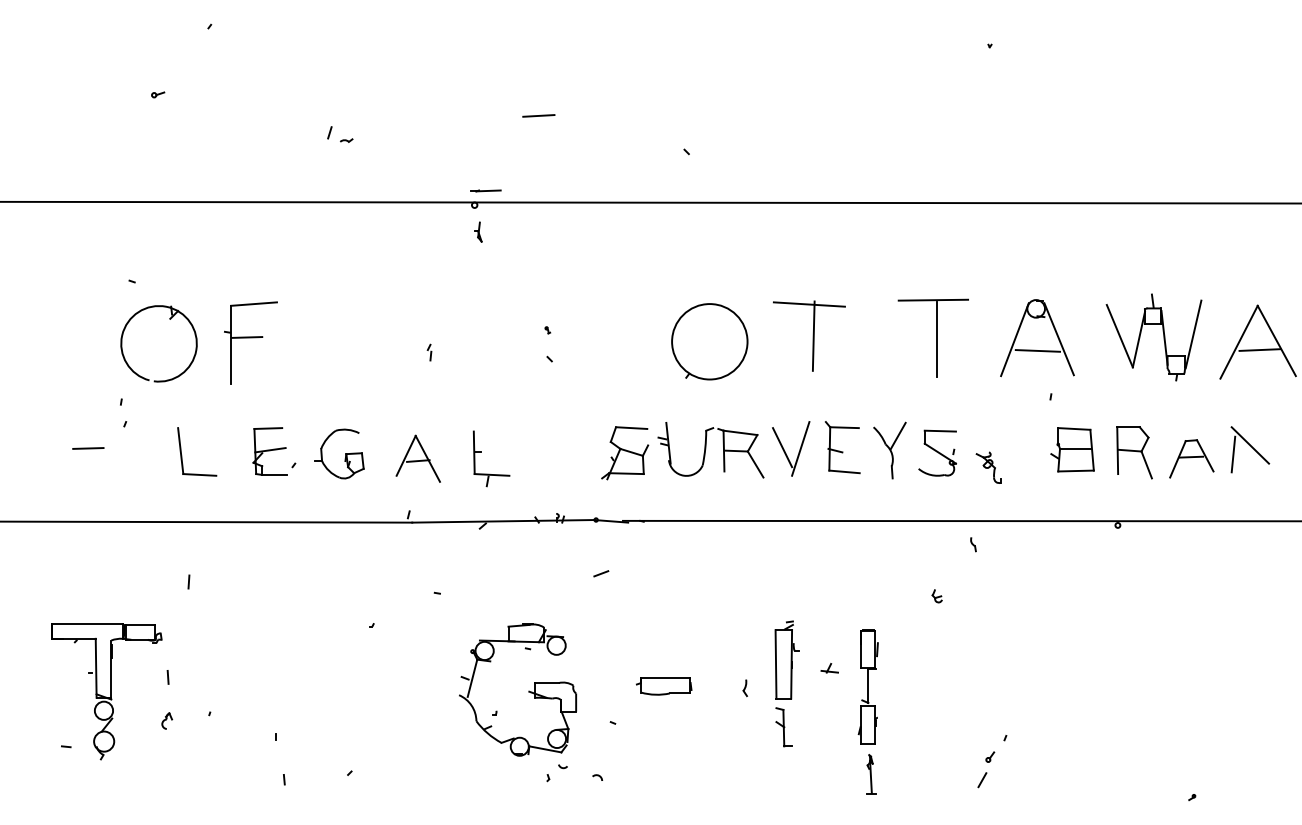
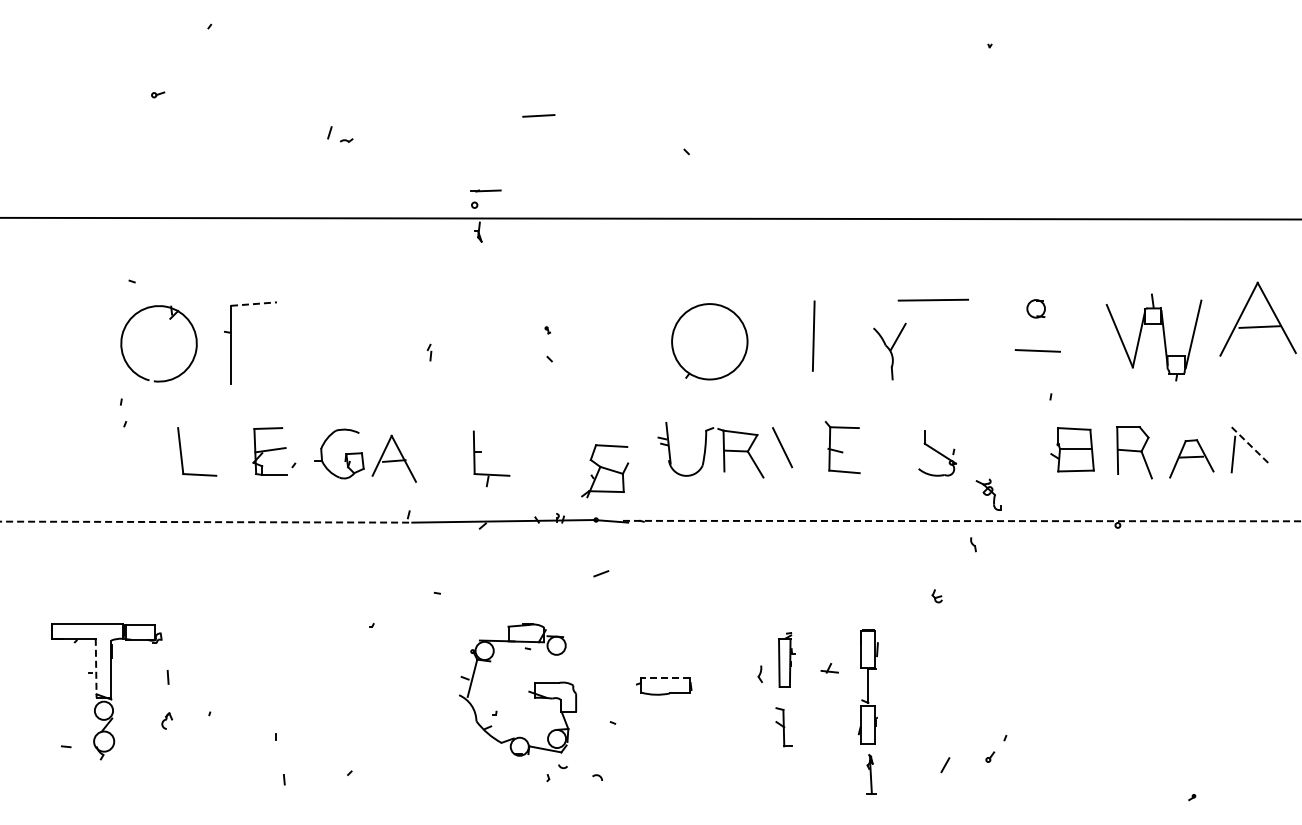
line at (650, 202) position: (650, 202) -> (650, 218)
line at (254, 304): solid -> dashed
line at (808, 304): present -> none
line at (246, 337): present -> none
line at (936, 339): present -> none
line at (1014, 339): present -> none
line at (1058, 339): present -> none
part at (1257, 349) position: (1257, 349) -> (1257, 326)
line at (939, 430): present -> none
line at (1250, 445): solid -> dashed
line at (88, 448): present -> none
line at (800, 448): present -> none
part at (889, 450) position: (889, 450) -> (889, 351)
part at (625, 453) position: (625, 453) -> (605, 471)
part at (417, 458) position: (417, 458) -> (393, 458)
part at (988, 467) position: (988, 467) -> (988, 494)
line at (962, 521): solid -> dashed
line at (206, 522): solid -> dashed
line at (188, 581): present -> none
part at (786, 659) size: 26x80 px -> 18x56 px
line at (96, 668): solid -> dashed
line at (664, 677): solid -> dashed
part at (744, 688) position: (744, 688) -> (759, 674)
line at (982, 780) position: (982, 780) -> (945, 765)
